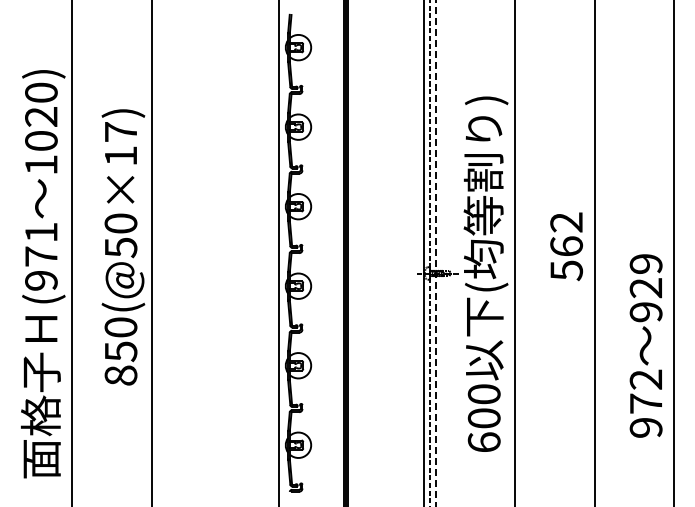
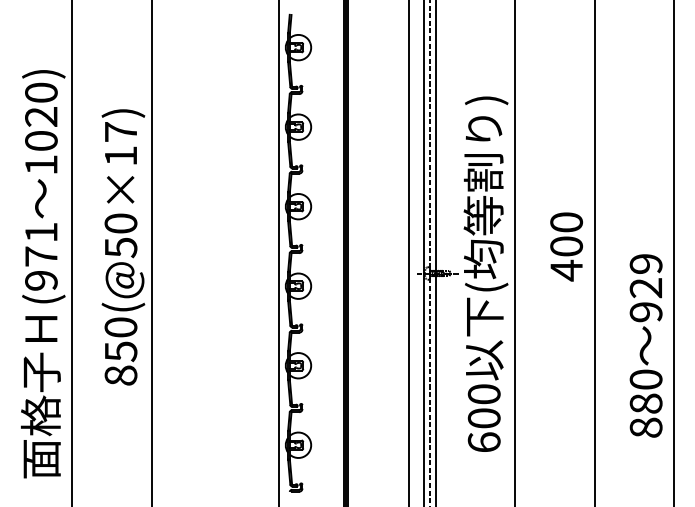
text at (566, 246): 562 -> 400
line at (409, 252): none -> present
line at (435, 253): dashed -> solid
text at (645, 403): 972 -> 880
